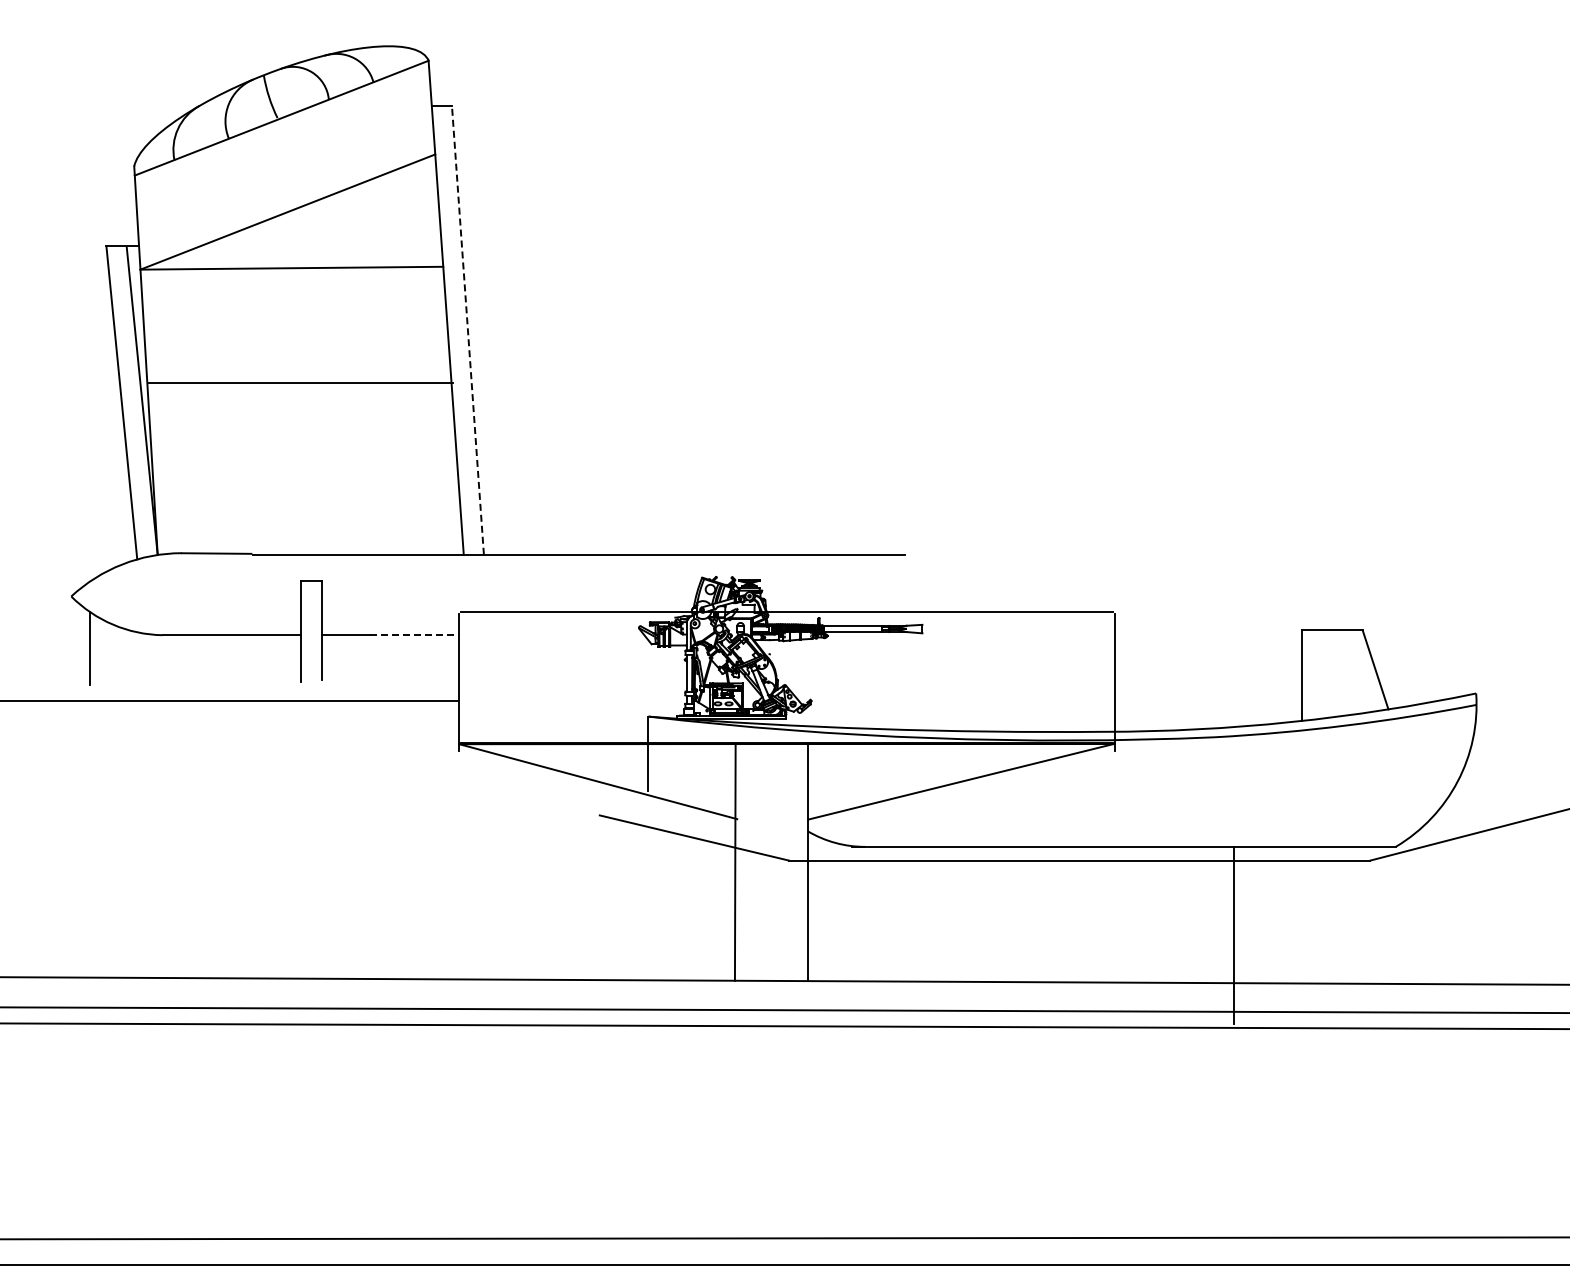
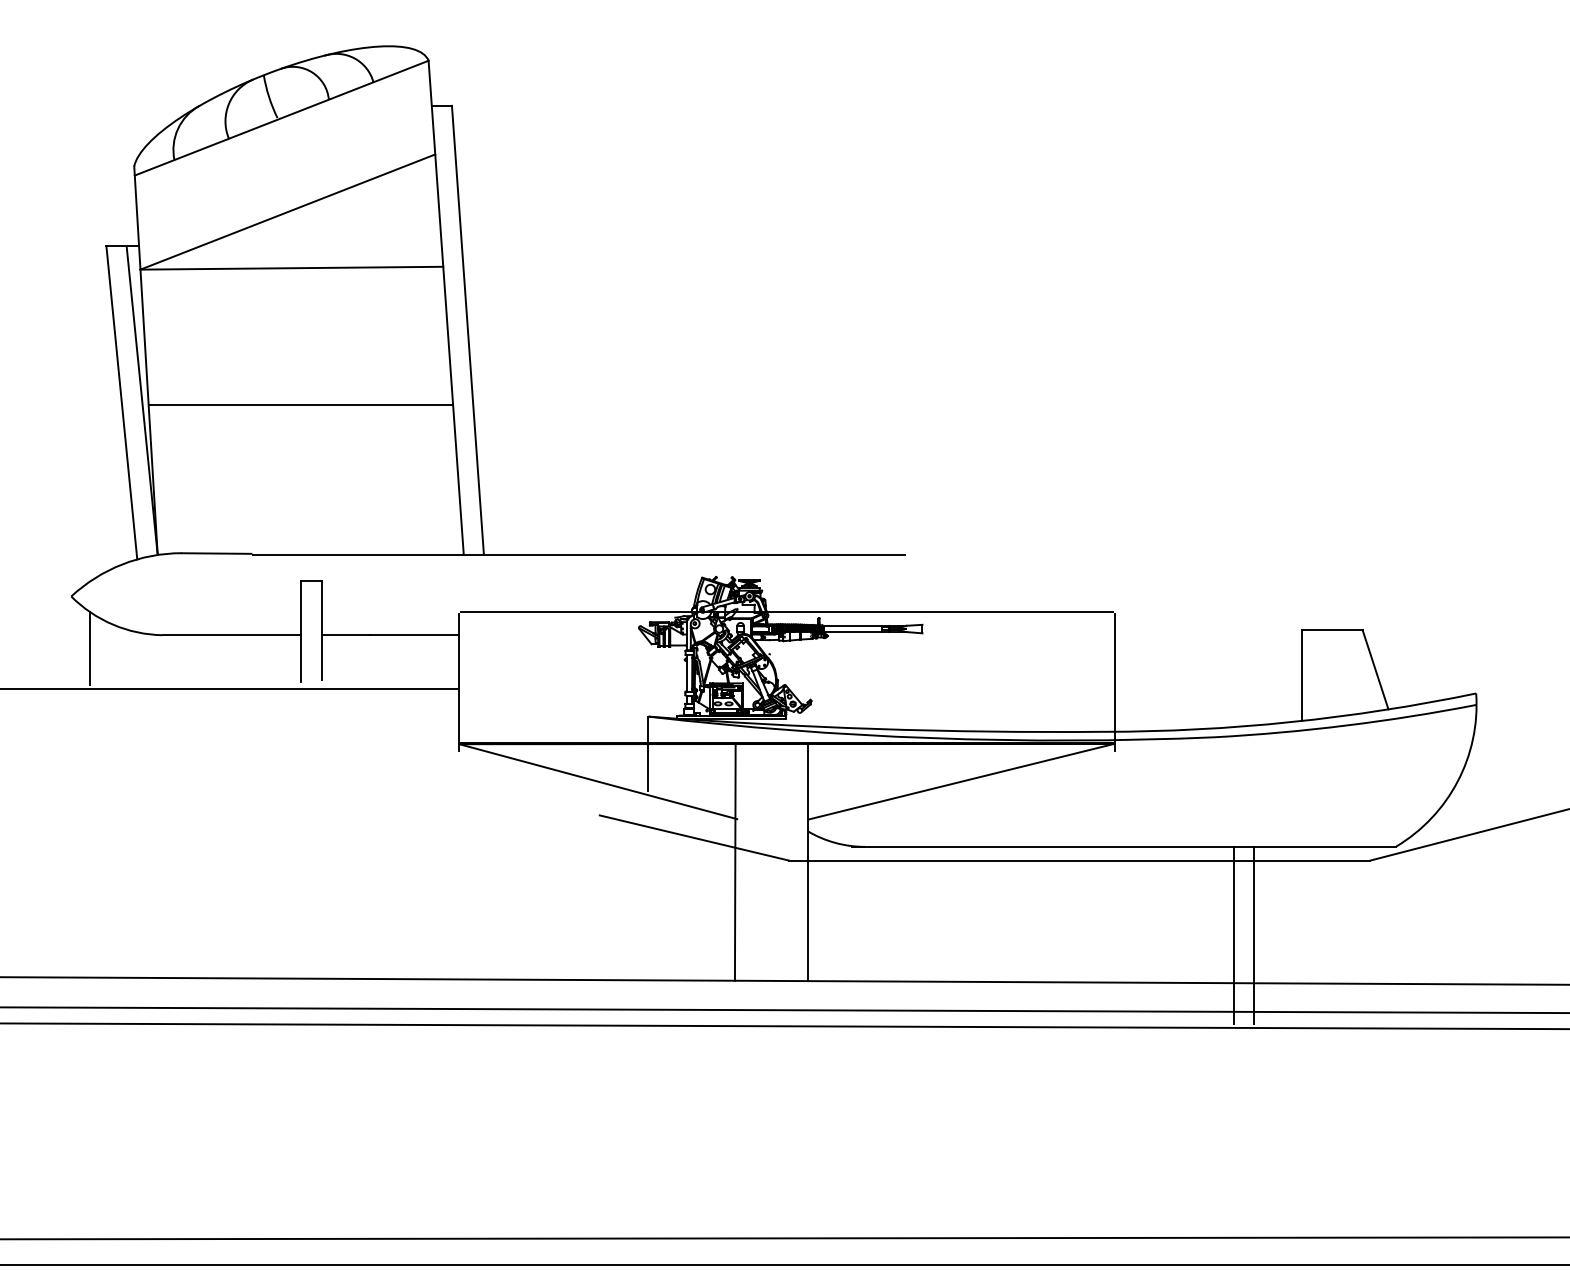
line at (467, 329): dashed -> solid
line at (300, 382) position: (300, 382) -> (300, 404)
line at (414, 635): dashed -> solid
line at (229, 701) position: (229, 701) -> (229, 689)
line at (1254, 935): none -> present
